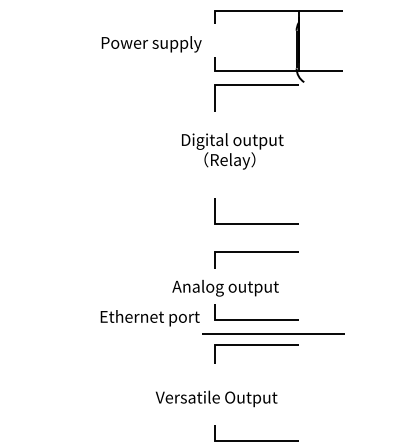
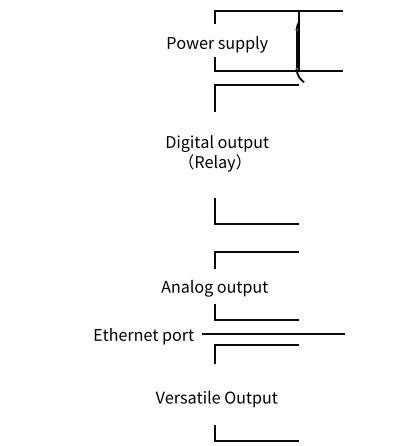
text at (151, 44) position: (151, 44) -> (217, 44)
text at (232, 151) position: (232, 151) -> (217, 153)
text at (225, 288) position: (225, 288) -> (214, 288)
text at (149, 318) position: (149, 318) -> (143, 336)
